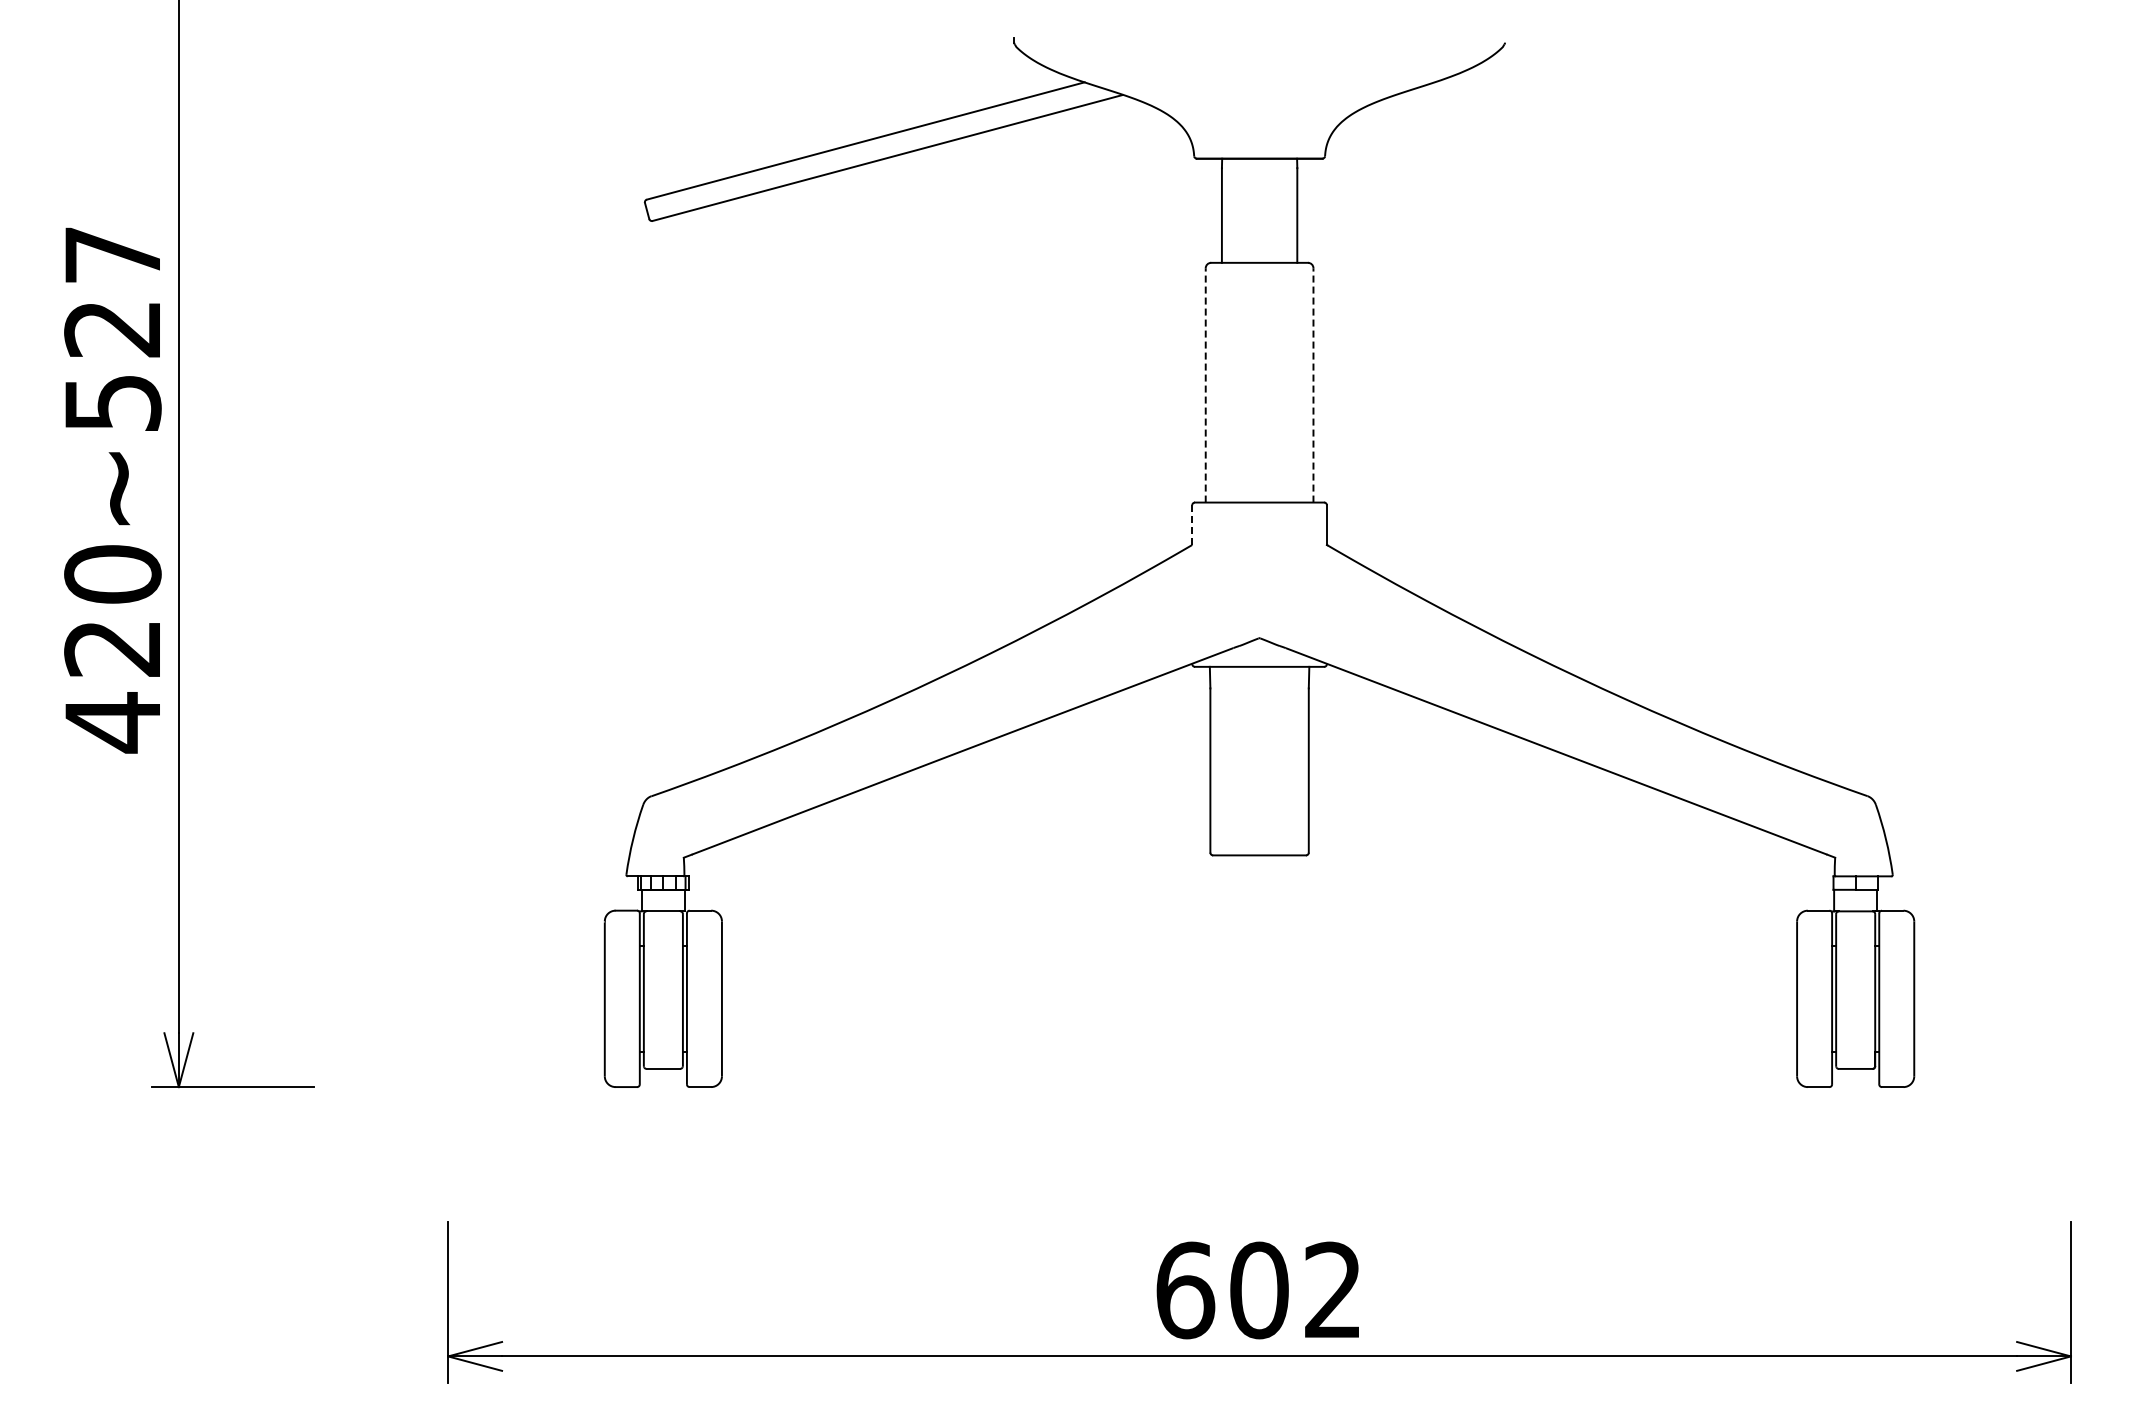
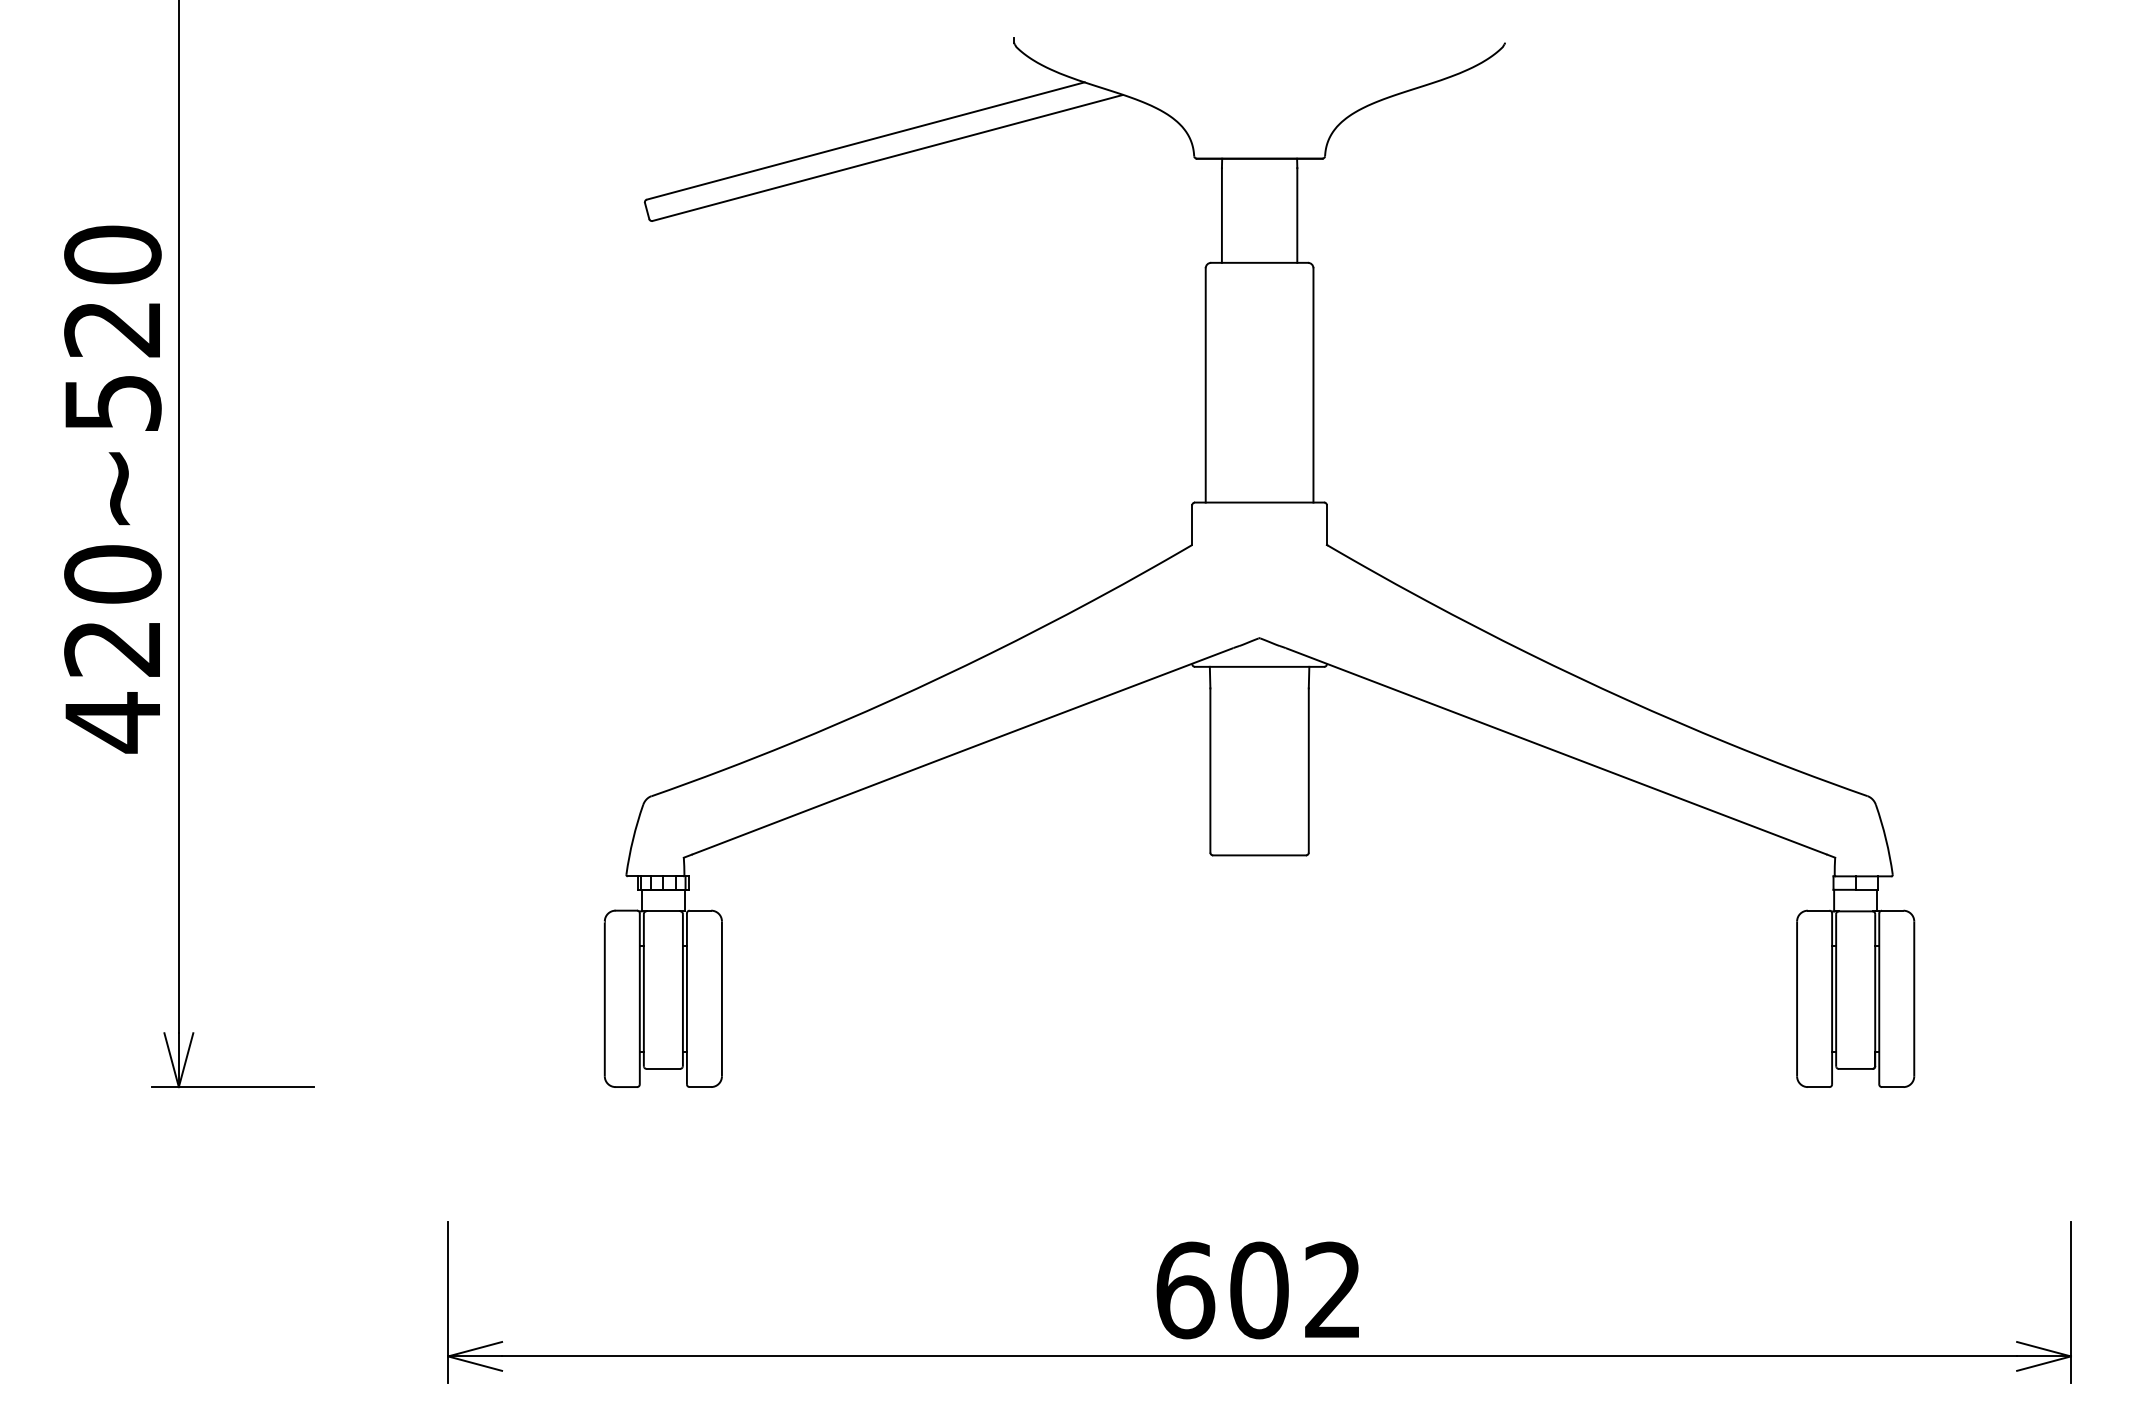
text at (112, 254): 420~527 -> 420~520
line at (1205, 384): dashed -> solid
line at (1313, 384): dashed -> solid
line at (1192, 525): dashed -> solid
